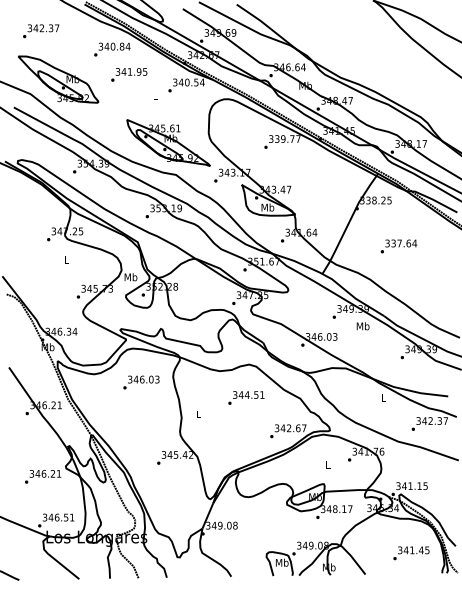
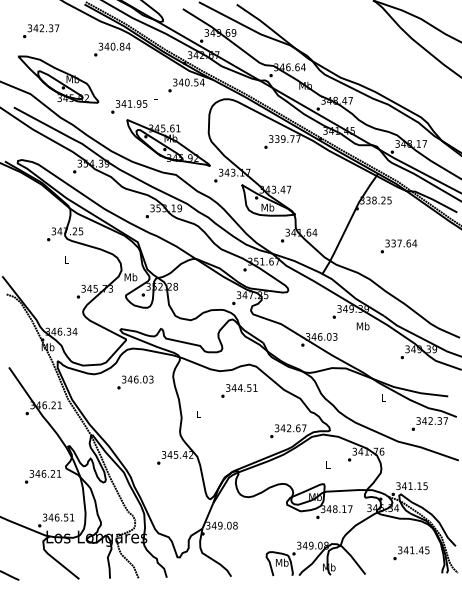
text at (129, 74) position: (129, 74) -> (129, 106)
text at (141, 382) position: (141, 382) -> (135, 382)
text at (246, 397) position: (246, 397) -> (239, 390)
